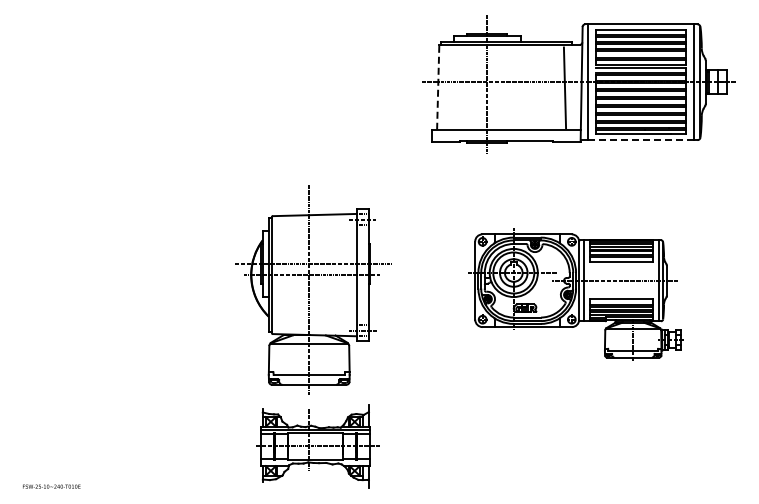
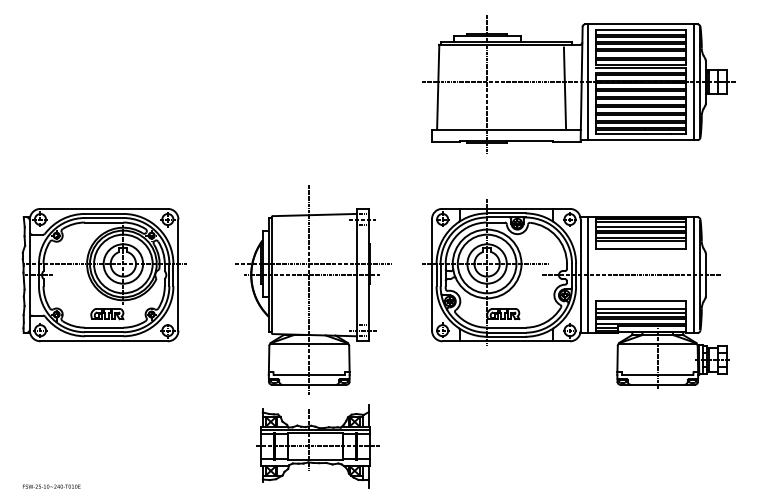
line at (438, 86): dashed -> solid
line at (640, 140): dashed -> solid
part at (103, 275): none -> present
part at (575, 294) size: 216x133 px -> 308x190 px
